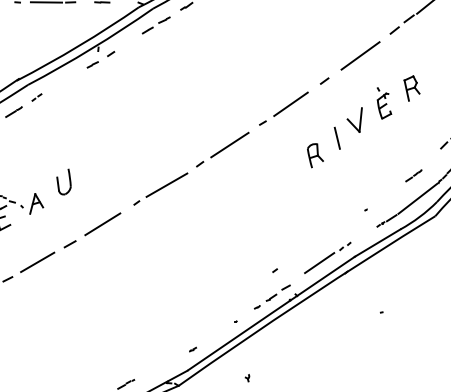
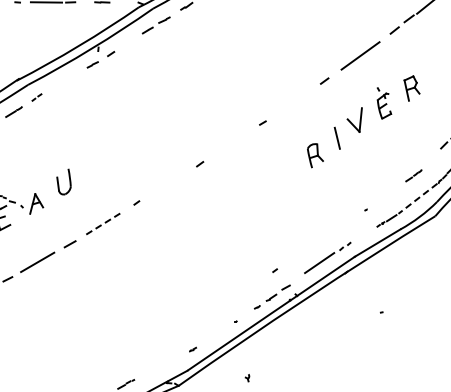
line at (290, 104): present -> none
line at (229, 144): present -> none
line at (166, 184): present -> none
line at (417, 198): solid -> dashed
line at (102, 224): solid -> dashed
